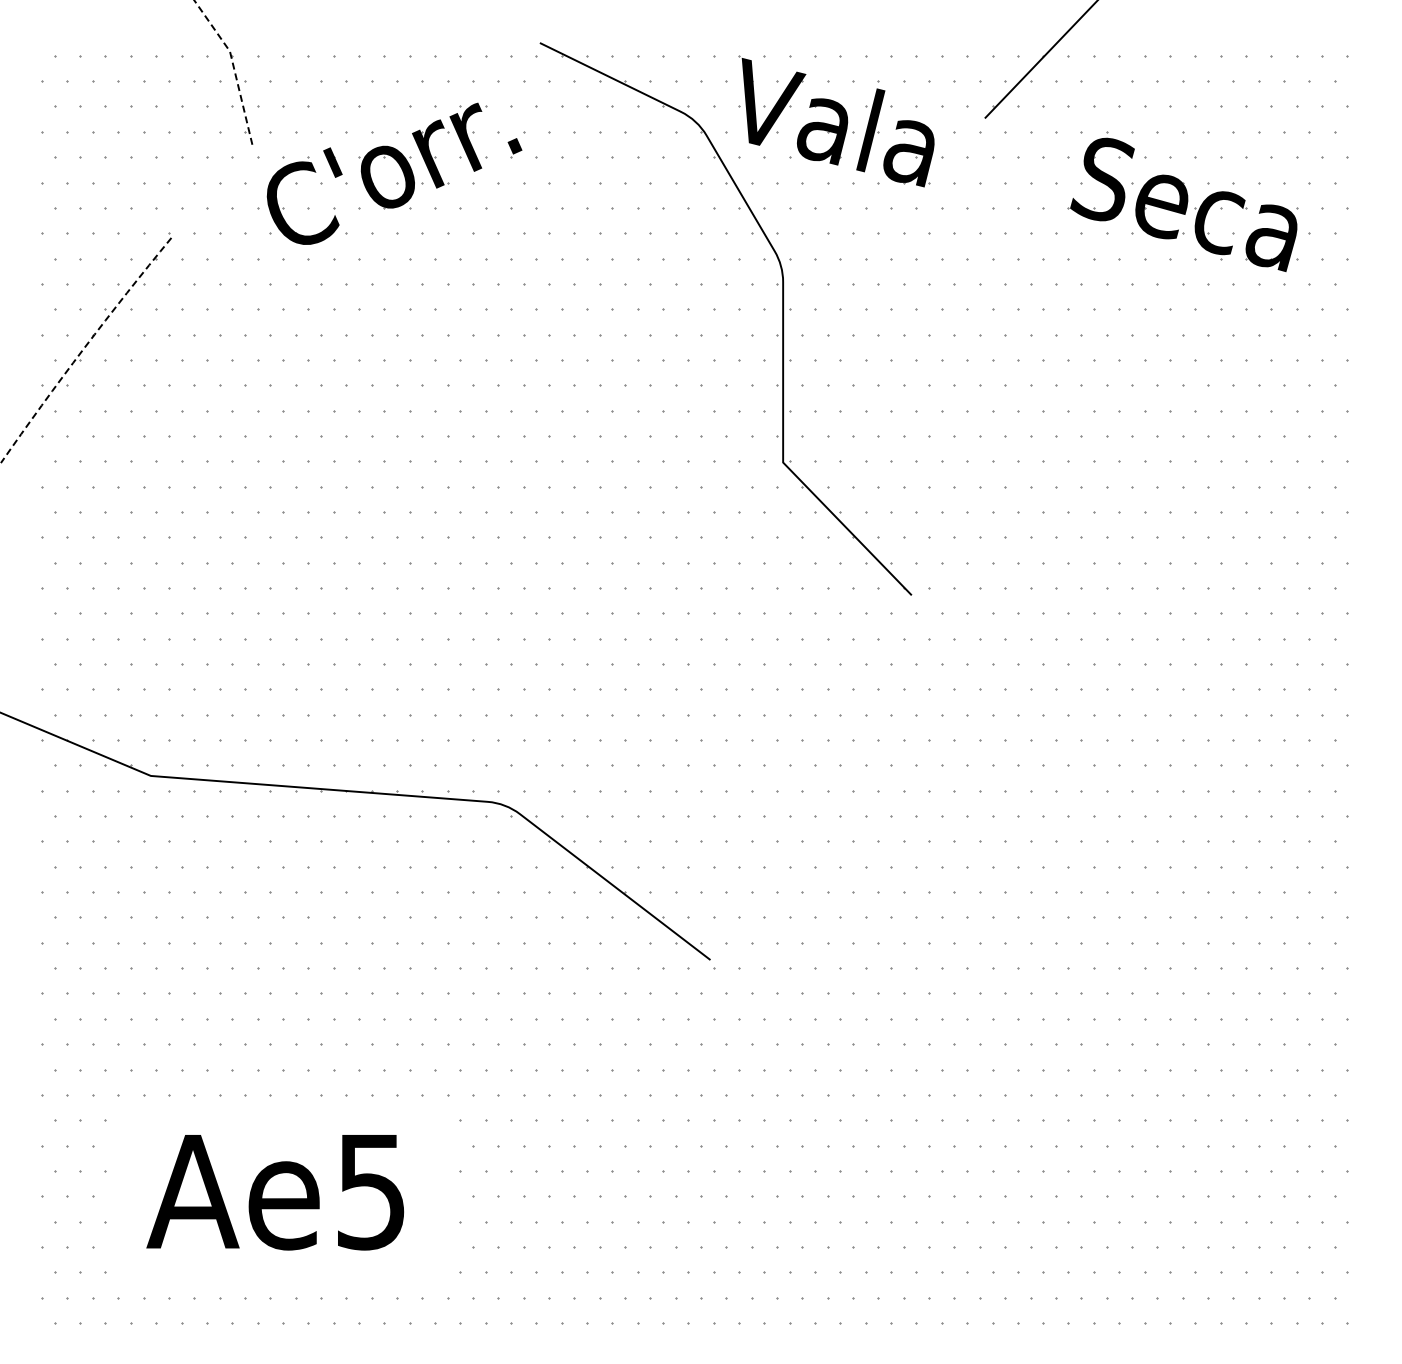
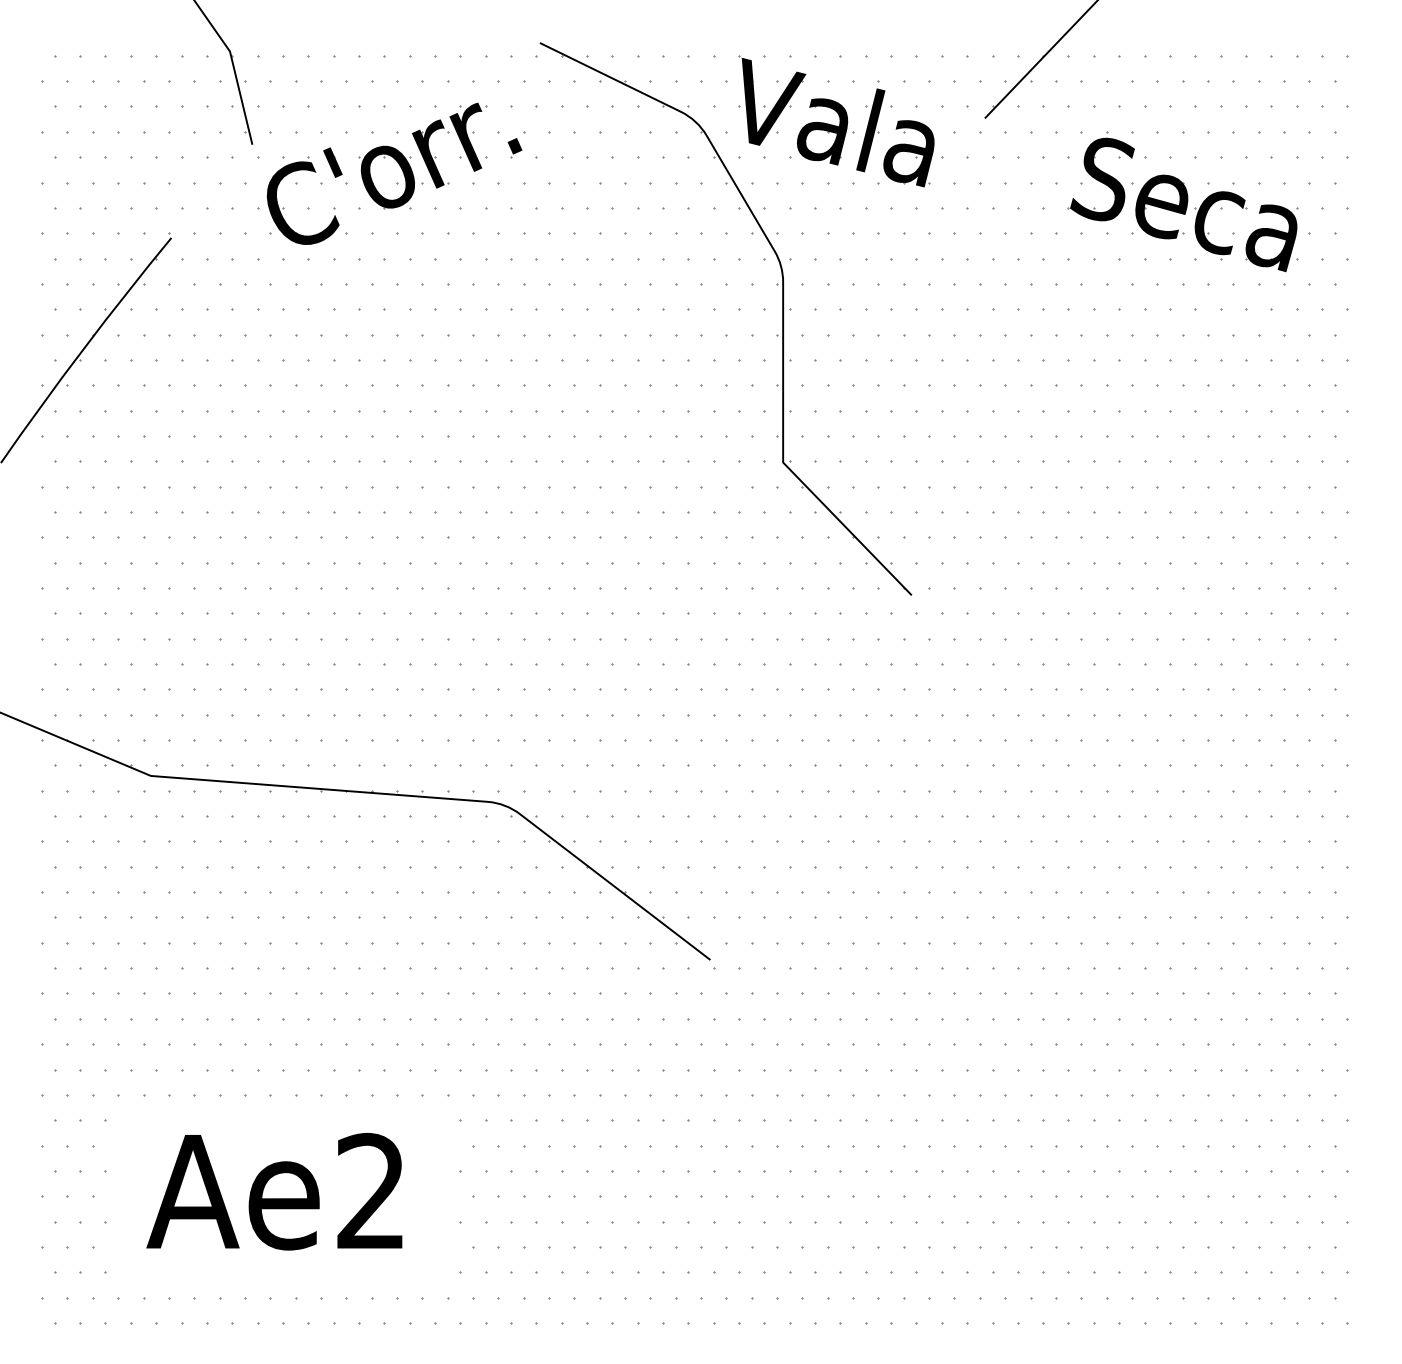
line at (233, 67): dashed -> solid
line at (83, 348): dashed -> solid
text at (370, 1191): Ae5 -> Ae2
